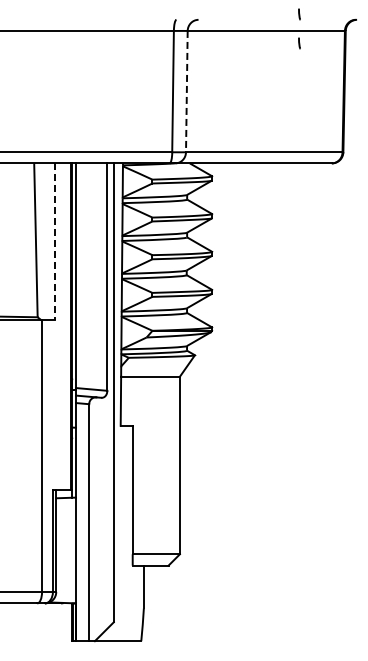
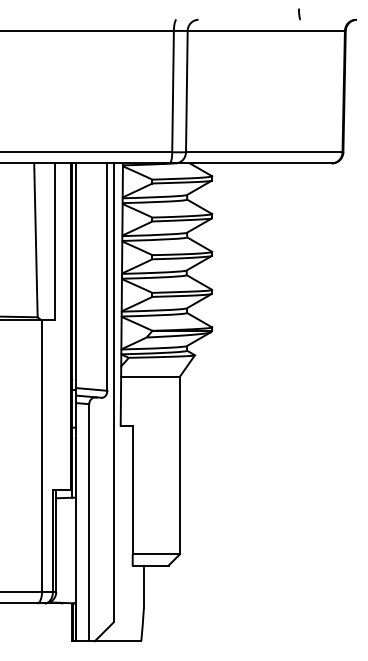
curve at (299, 43): present -> none
line at (186, 91): dashed -> solid
line at (55, 242): dashed -> solid
